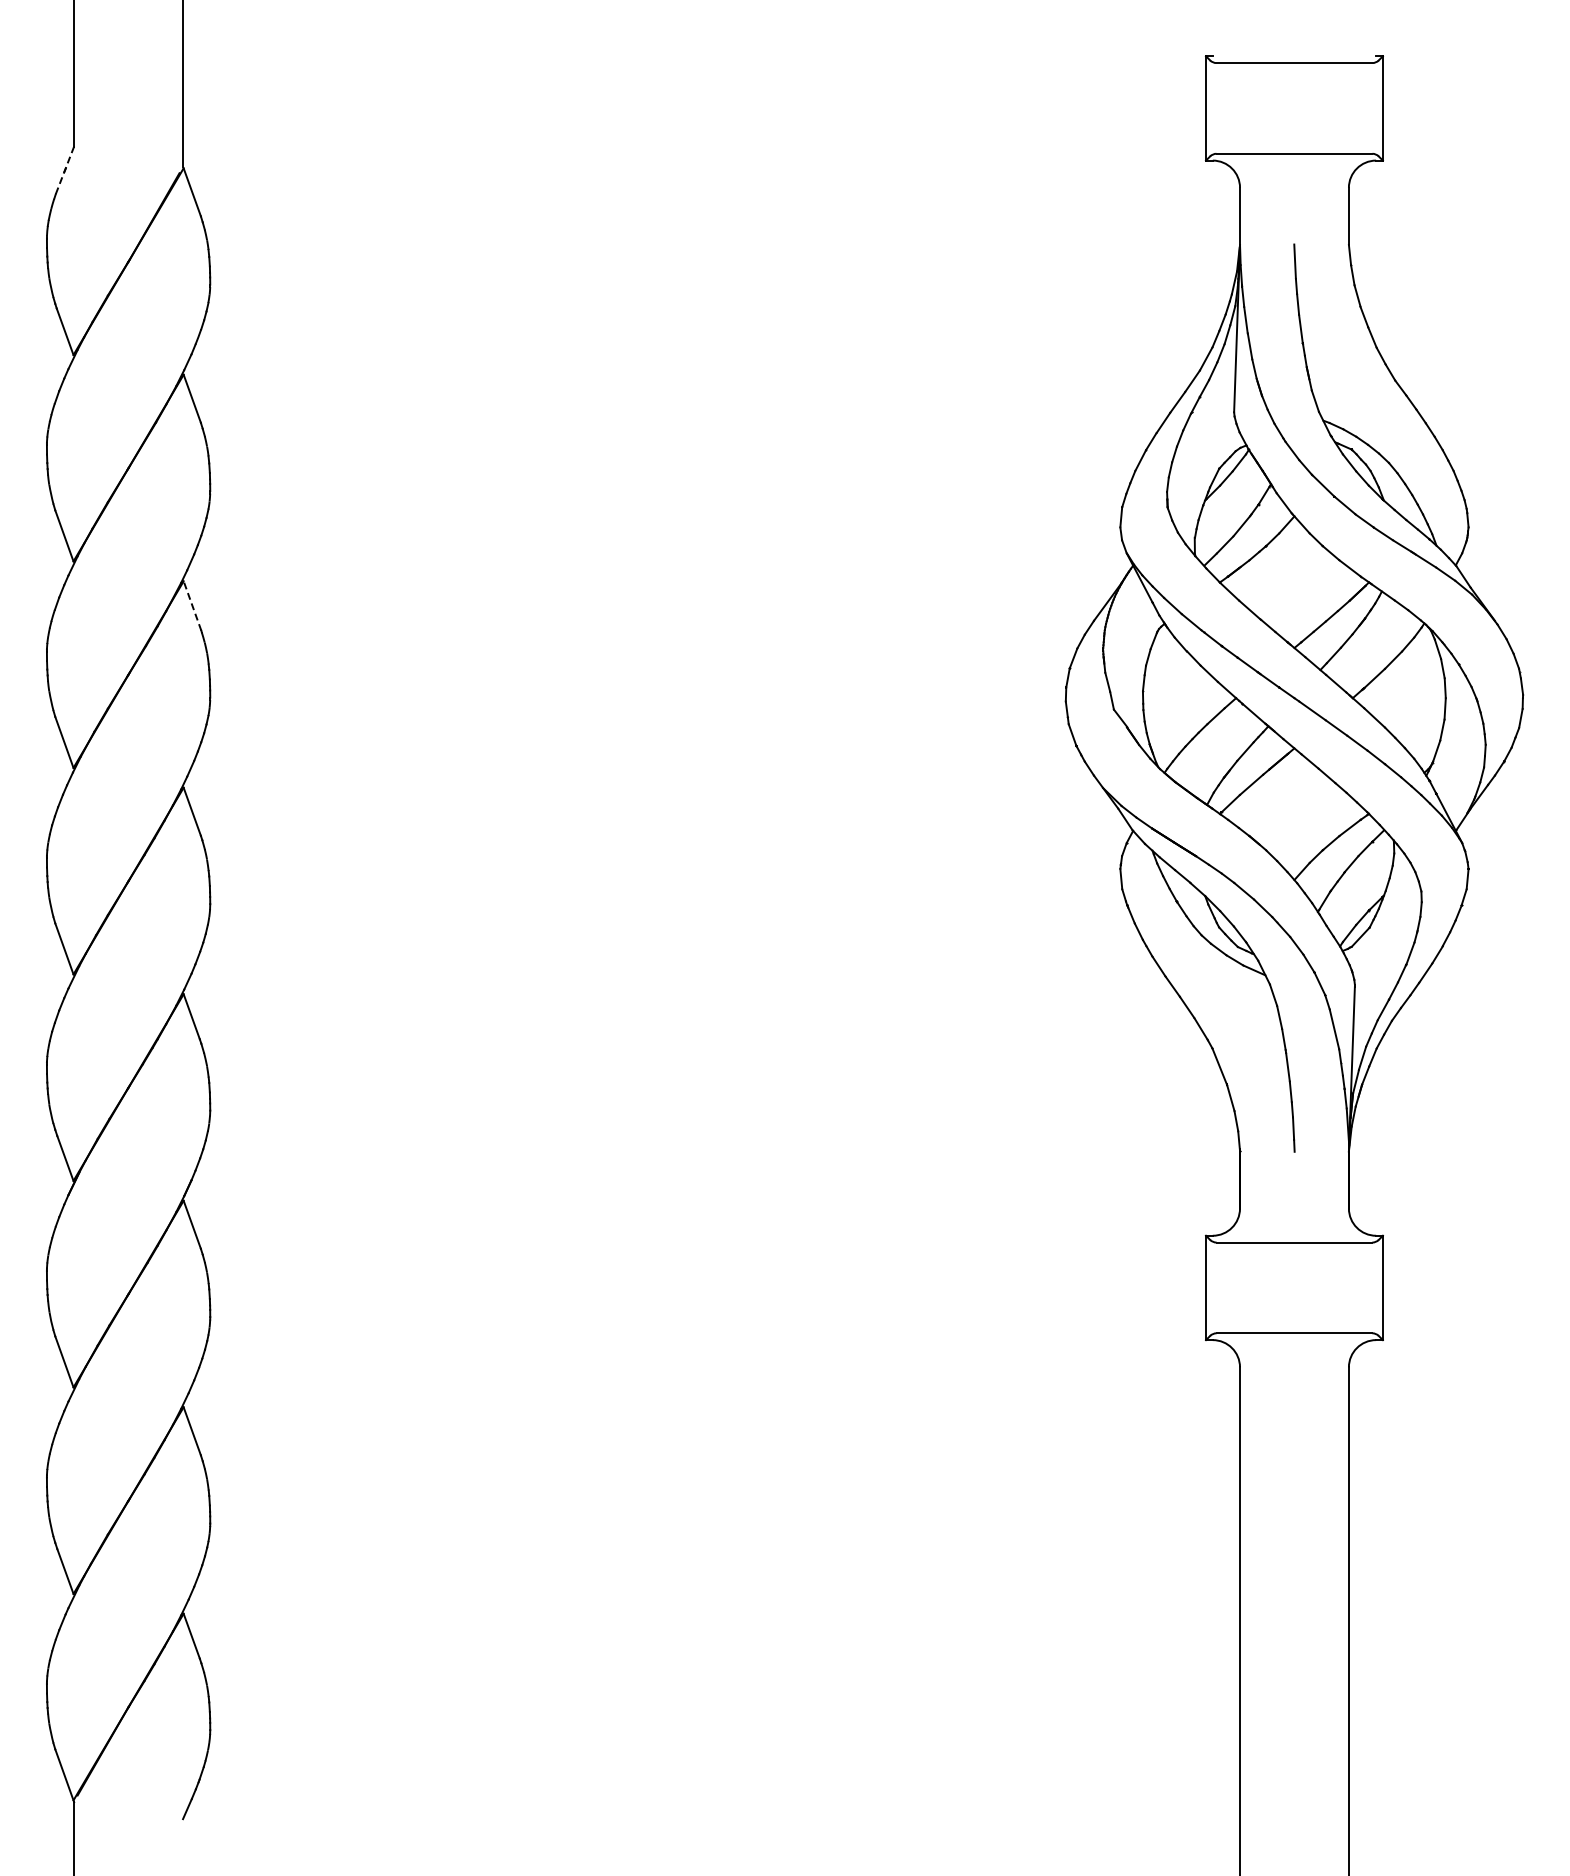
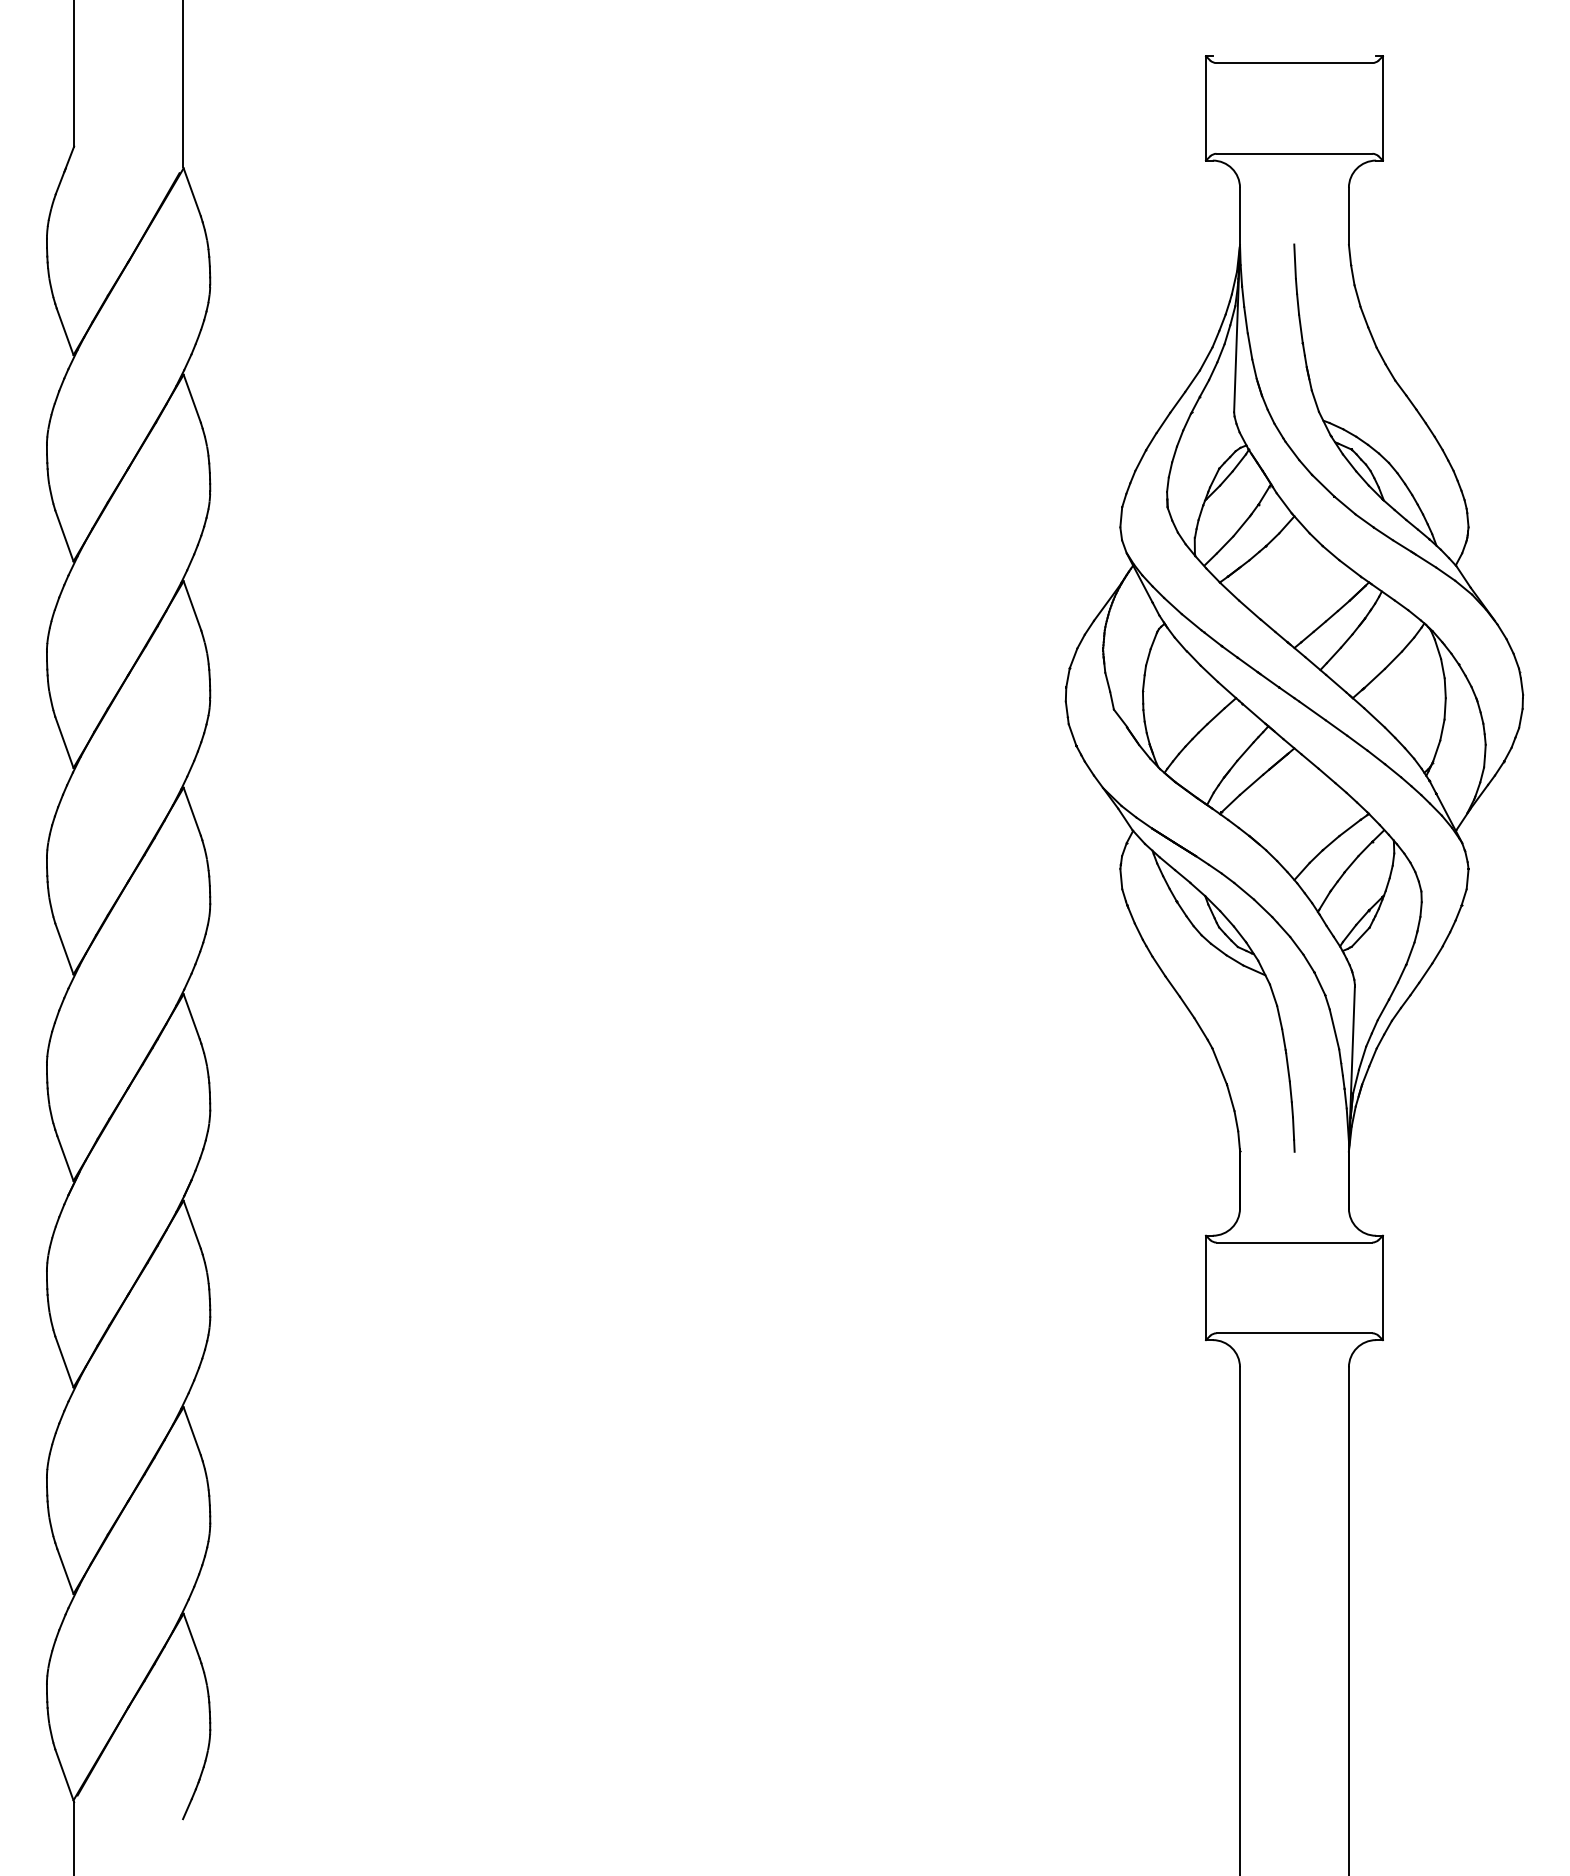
line at (64, 170): dashed -> solid
line at (192, 605): dashed -> solid
